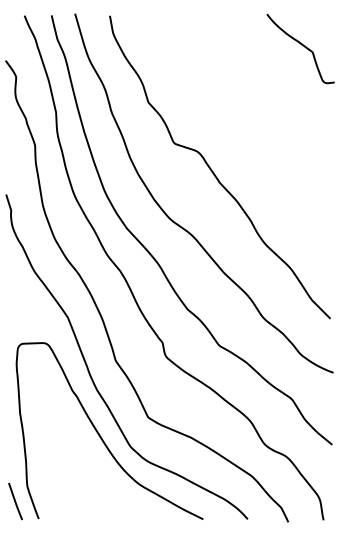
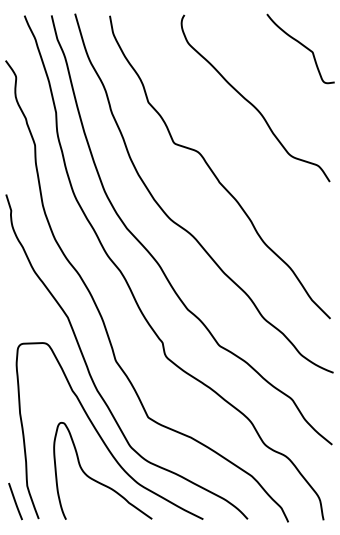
curve at (251, 102): none -> present
curve at (97, 480): none -> present
